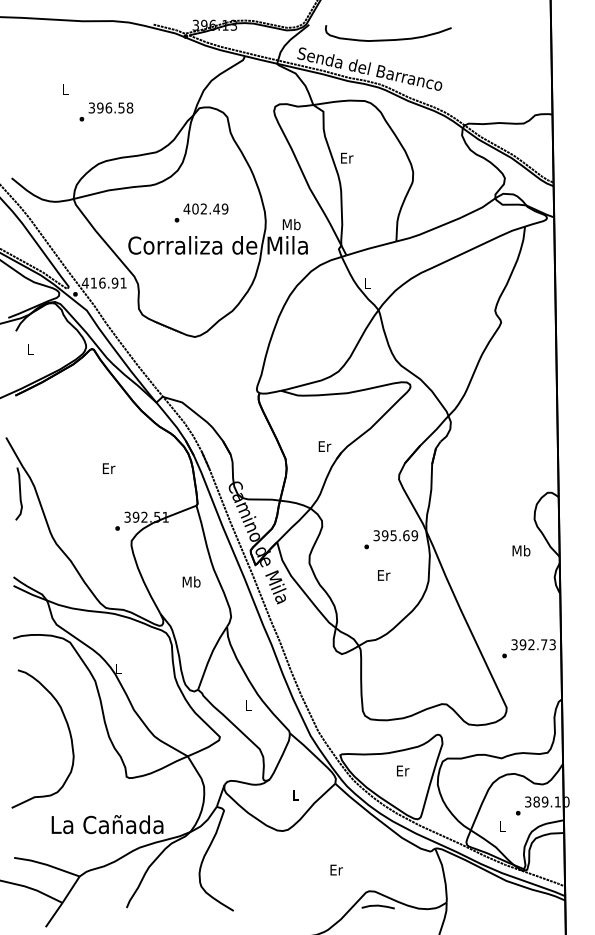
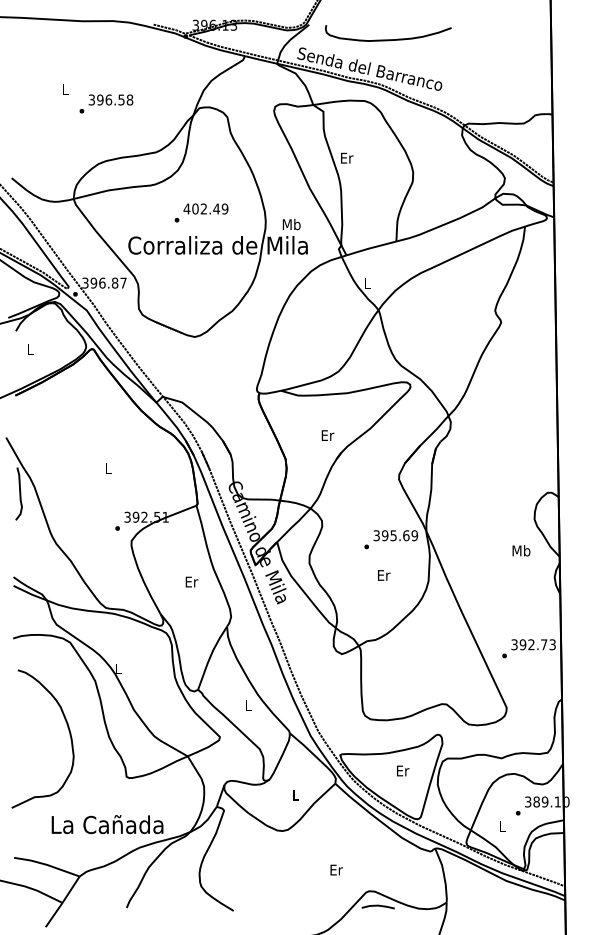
text at (106, 111) position: (106, 111) -> (106, 103)
text at (103, 282): 416.91 -> 396.87
text at (324, 446) position: (324, 446) -> (327, 435)
text at (108, 468): Er -> L
text at (191, 581): Mb -> Er
